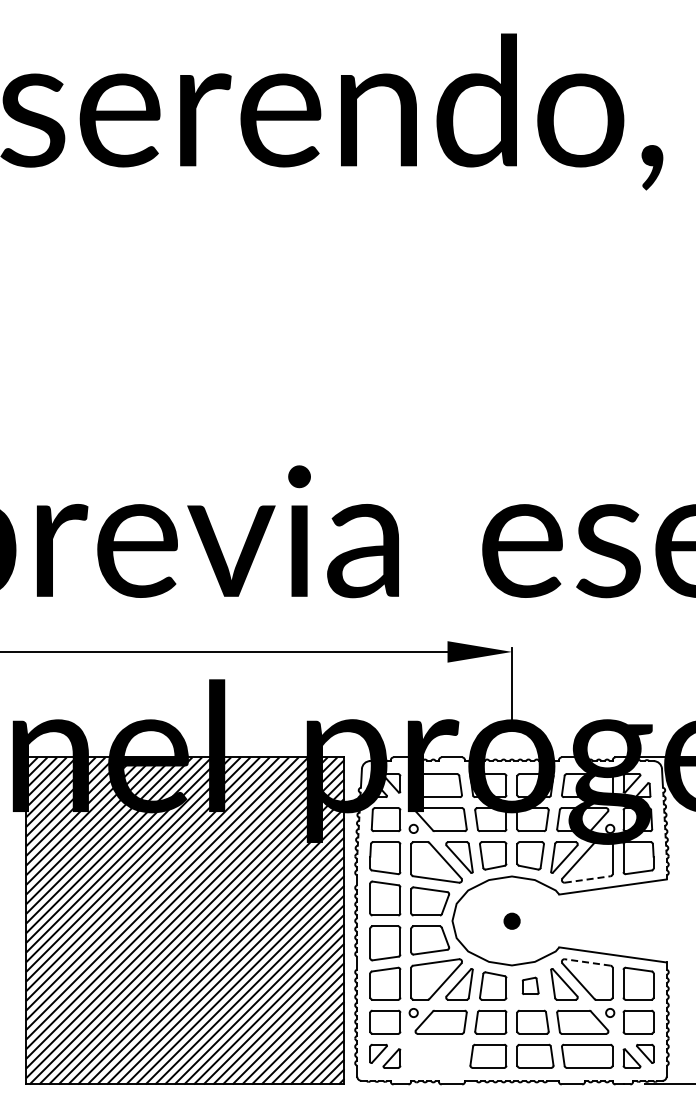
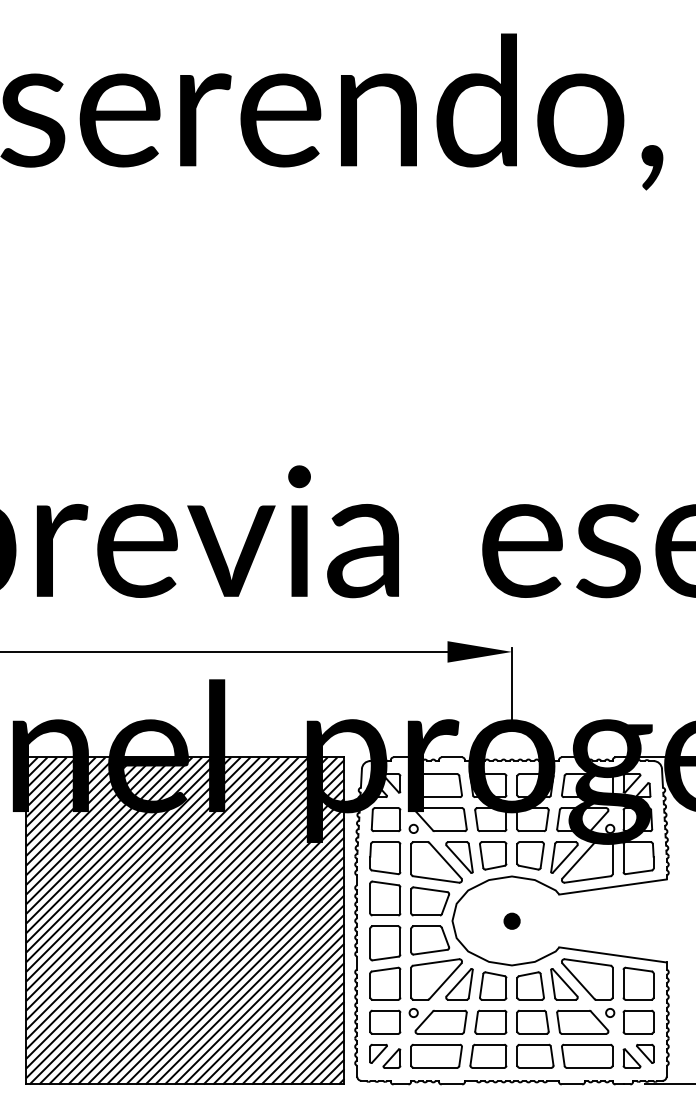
line at (588, 879): dashed -> solid
line at (587, 962): dashed -> solid
part at (530, 985) size: 19x19 px -> 29x30 px
part at (436, 1055): none -> present
